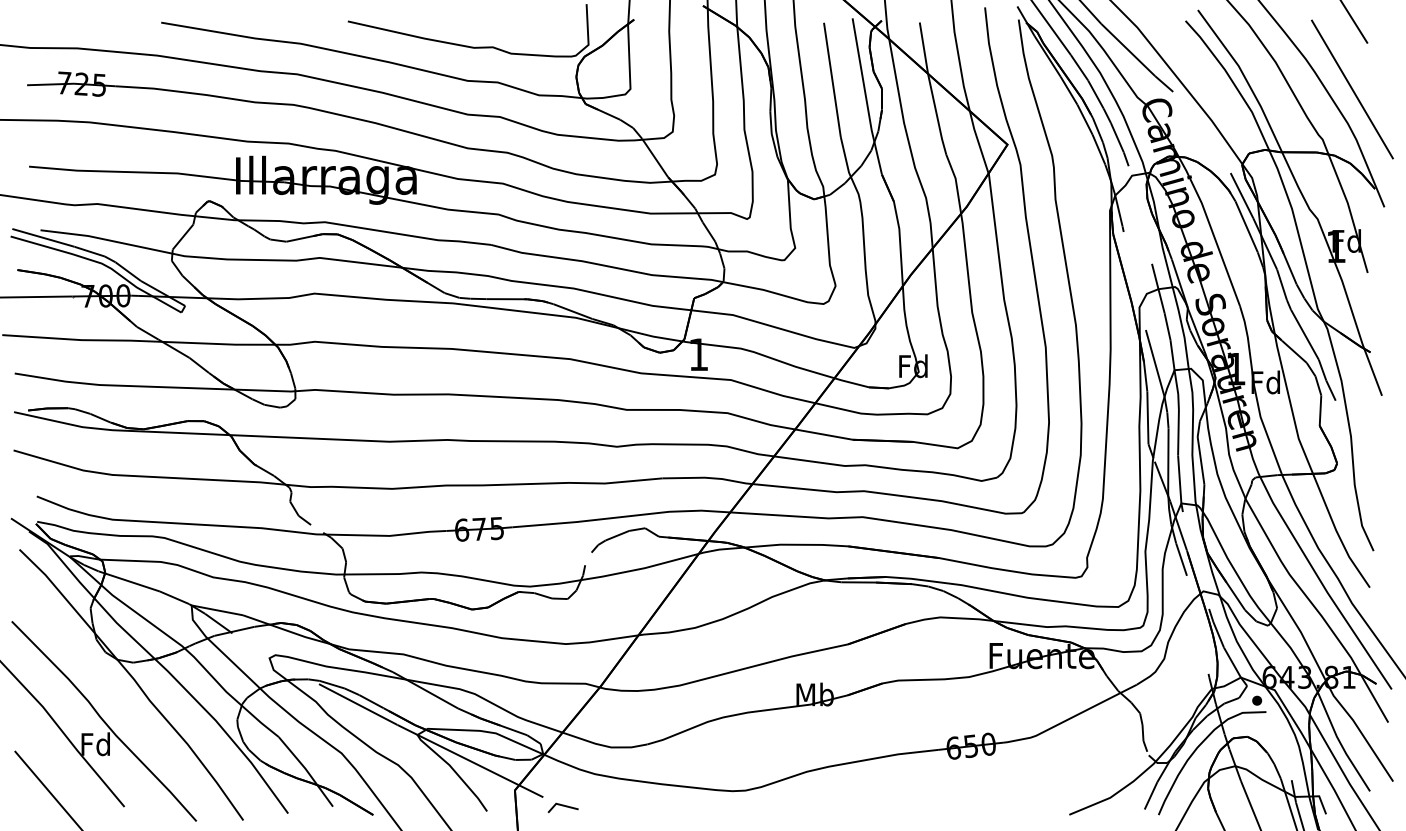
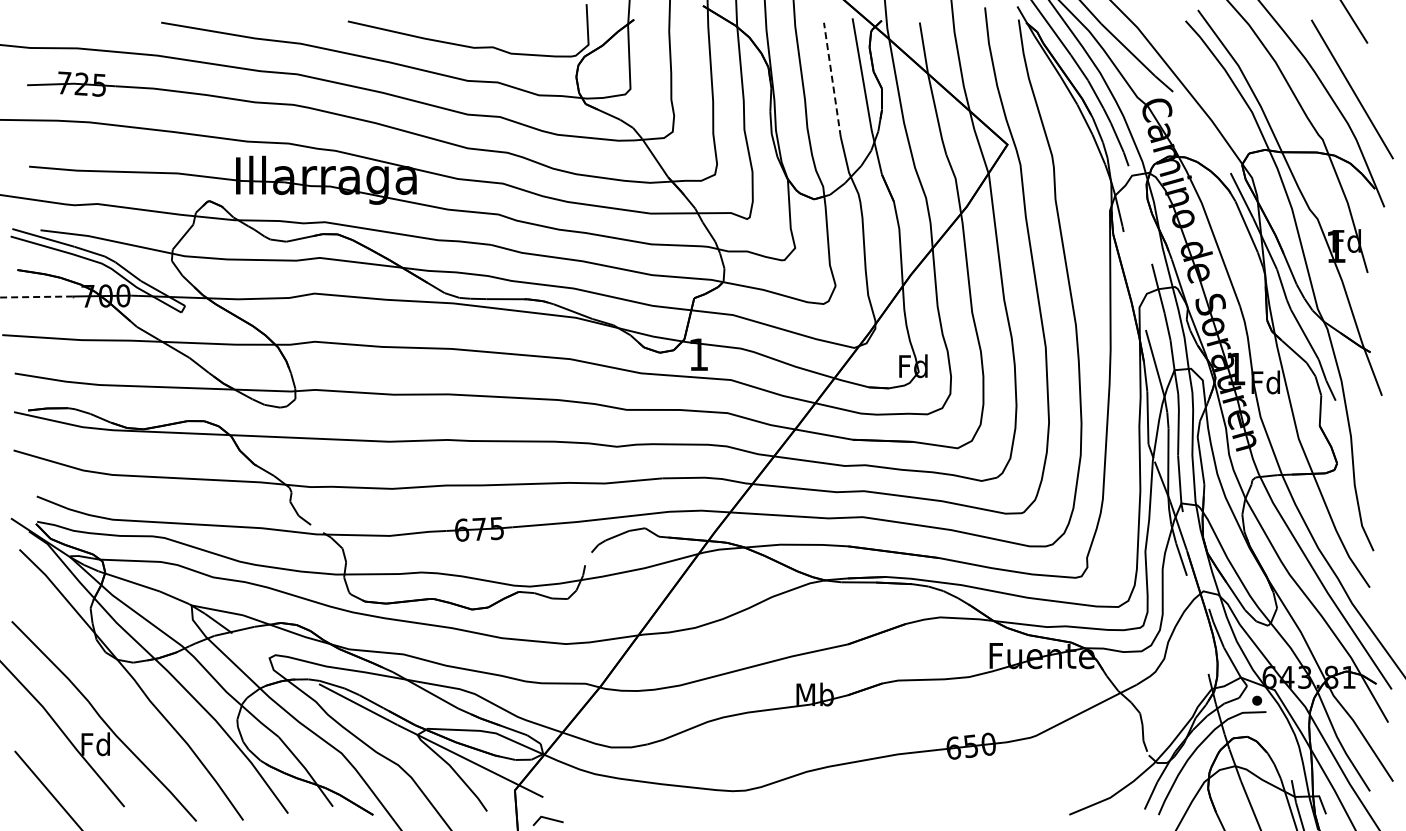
line at (832, 79): solid -> dashed
line at (36, 297): solid -> dashed
line at (562, 806) position: (562, 806) -> (547, 819)
